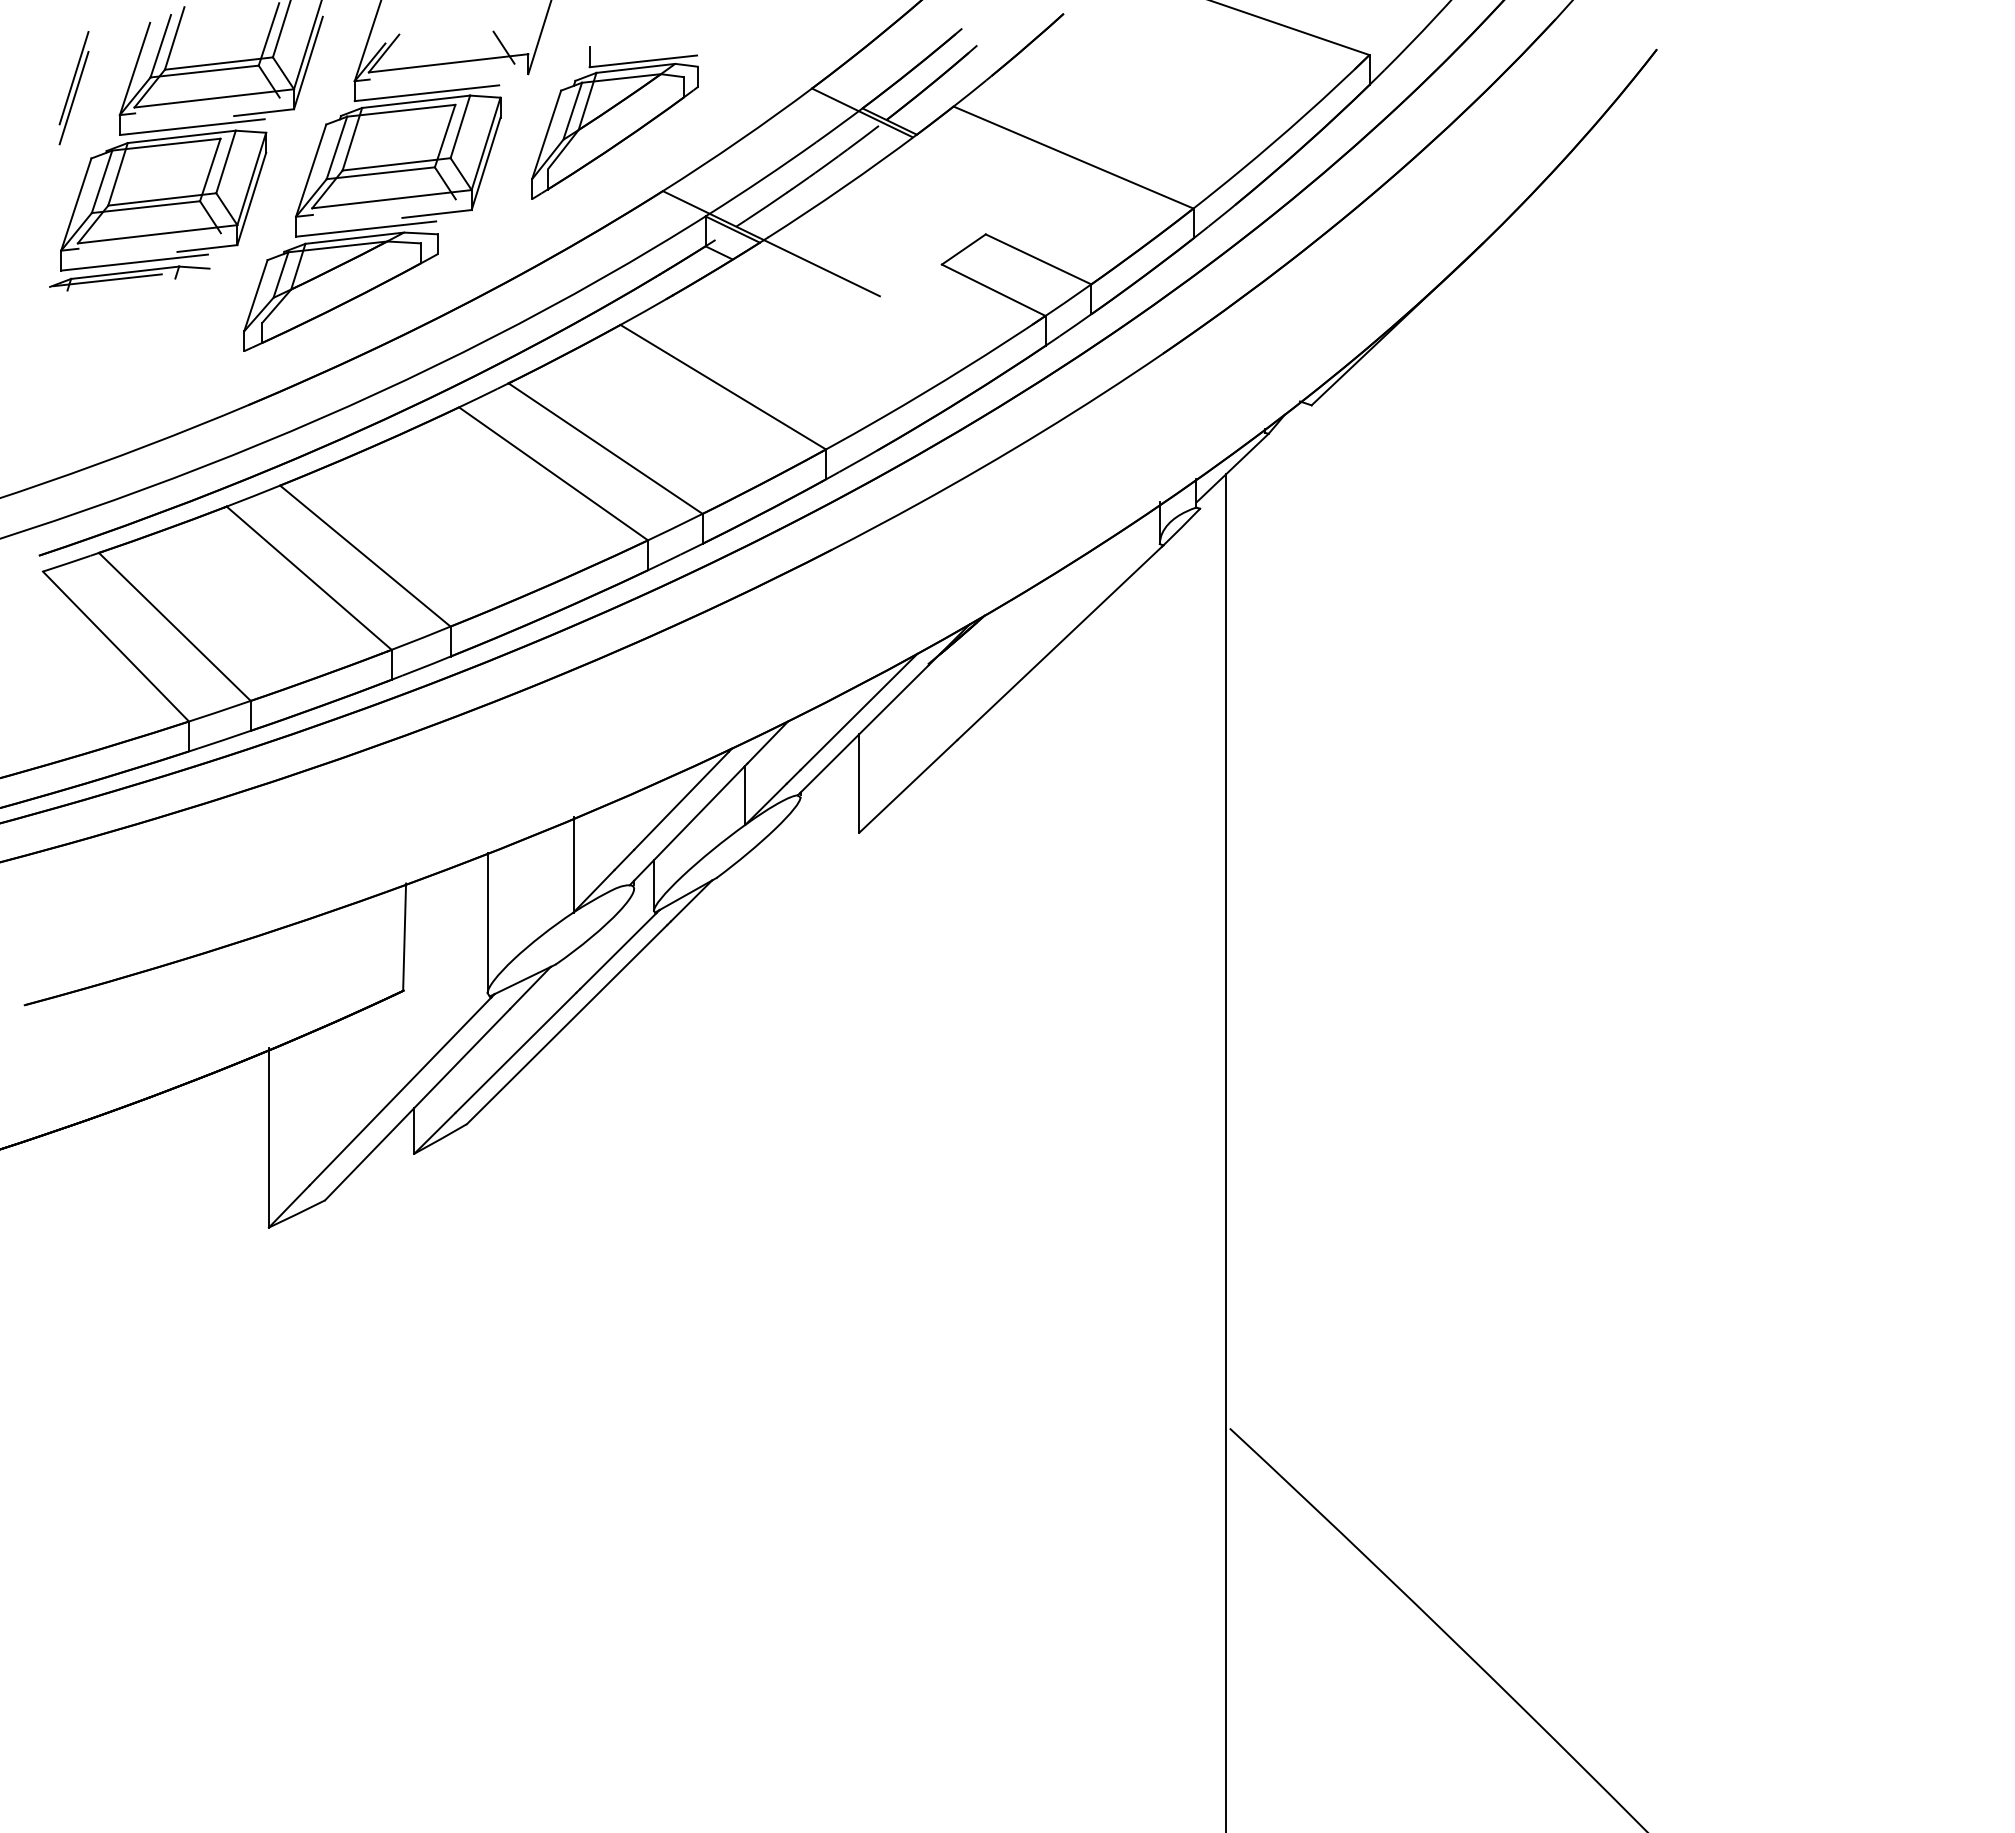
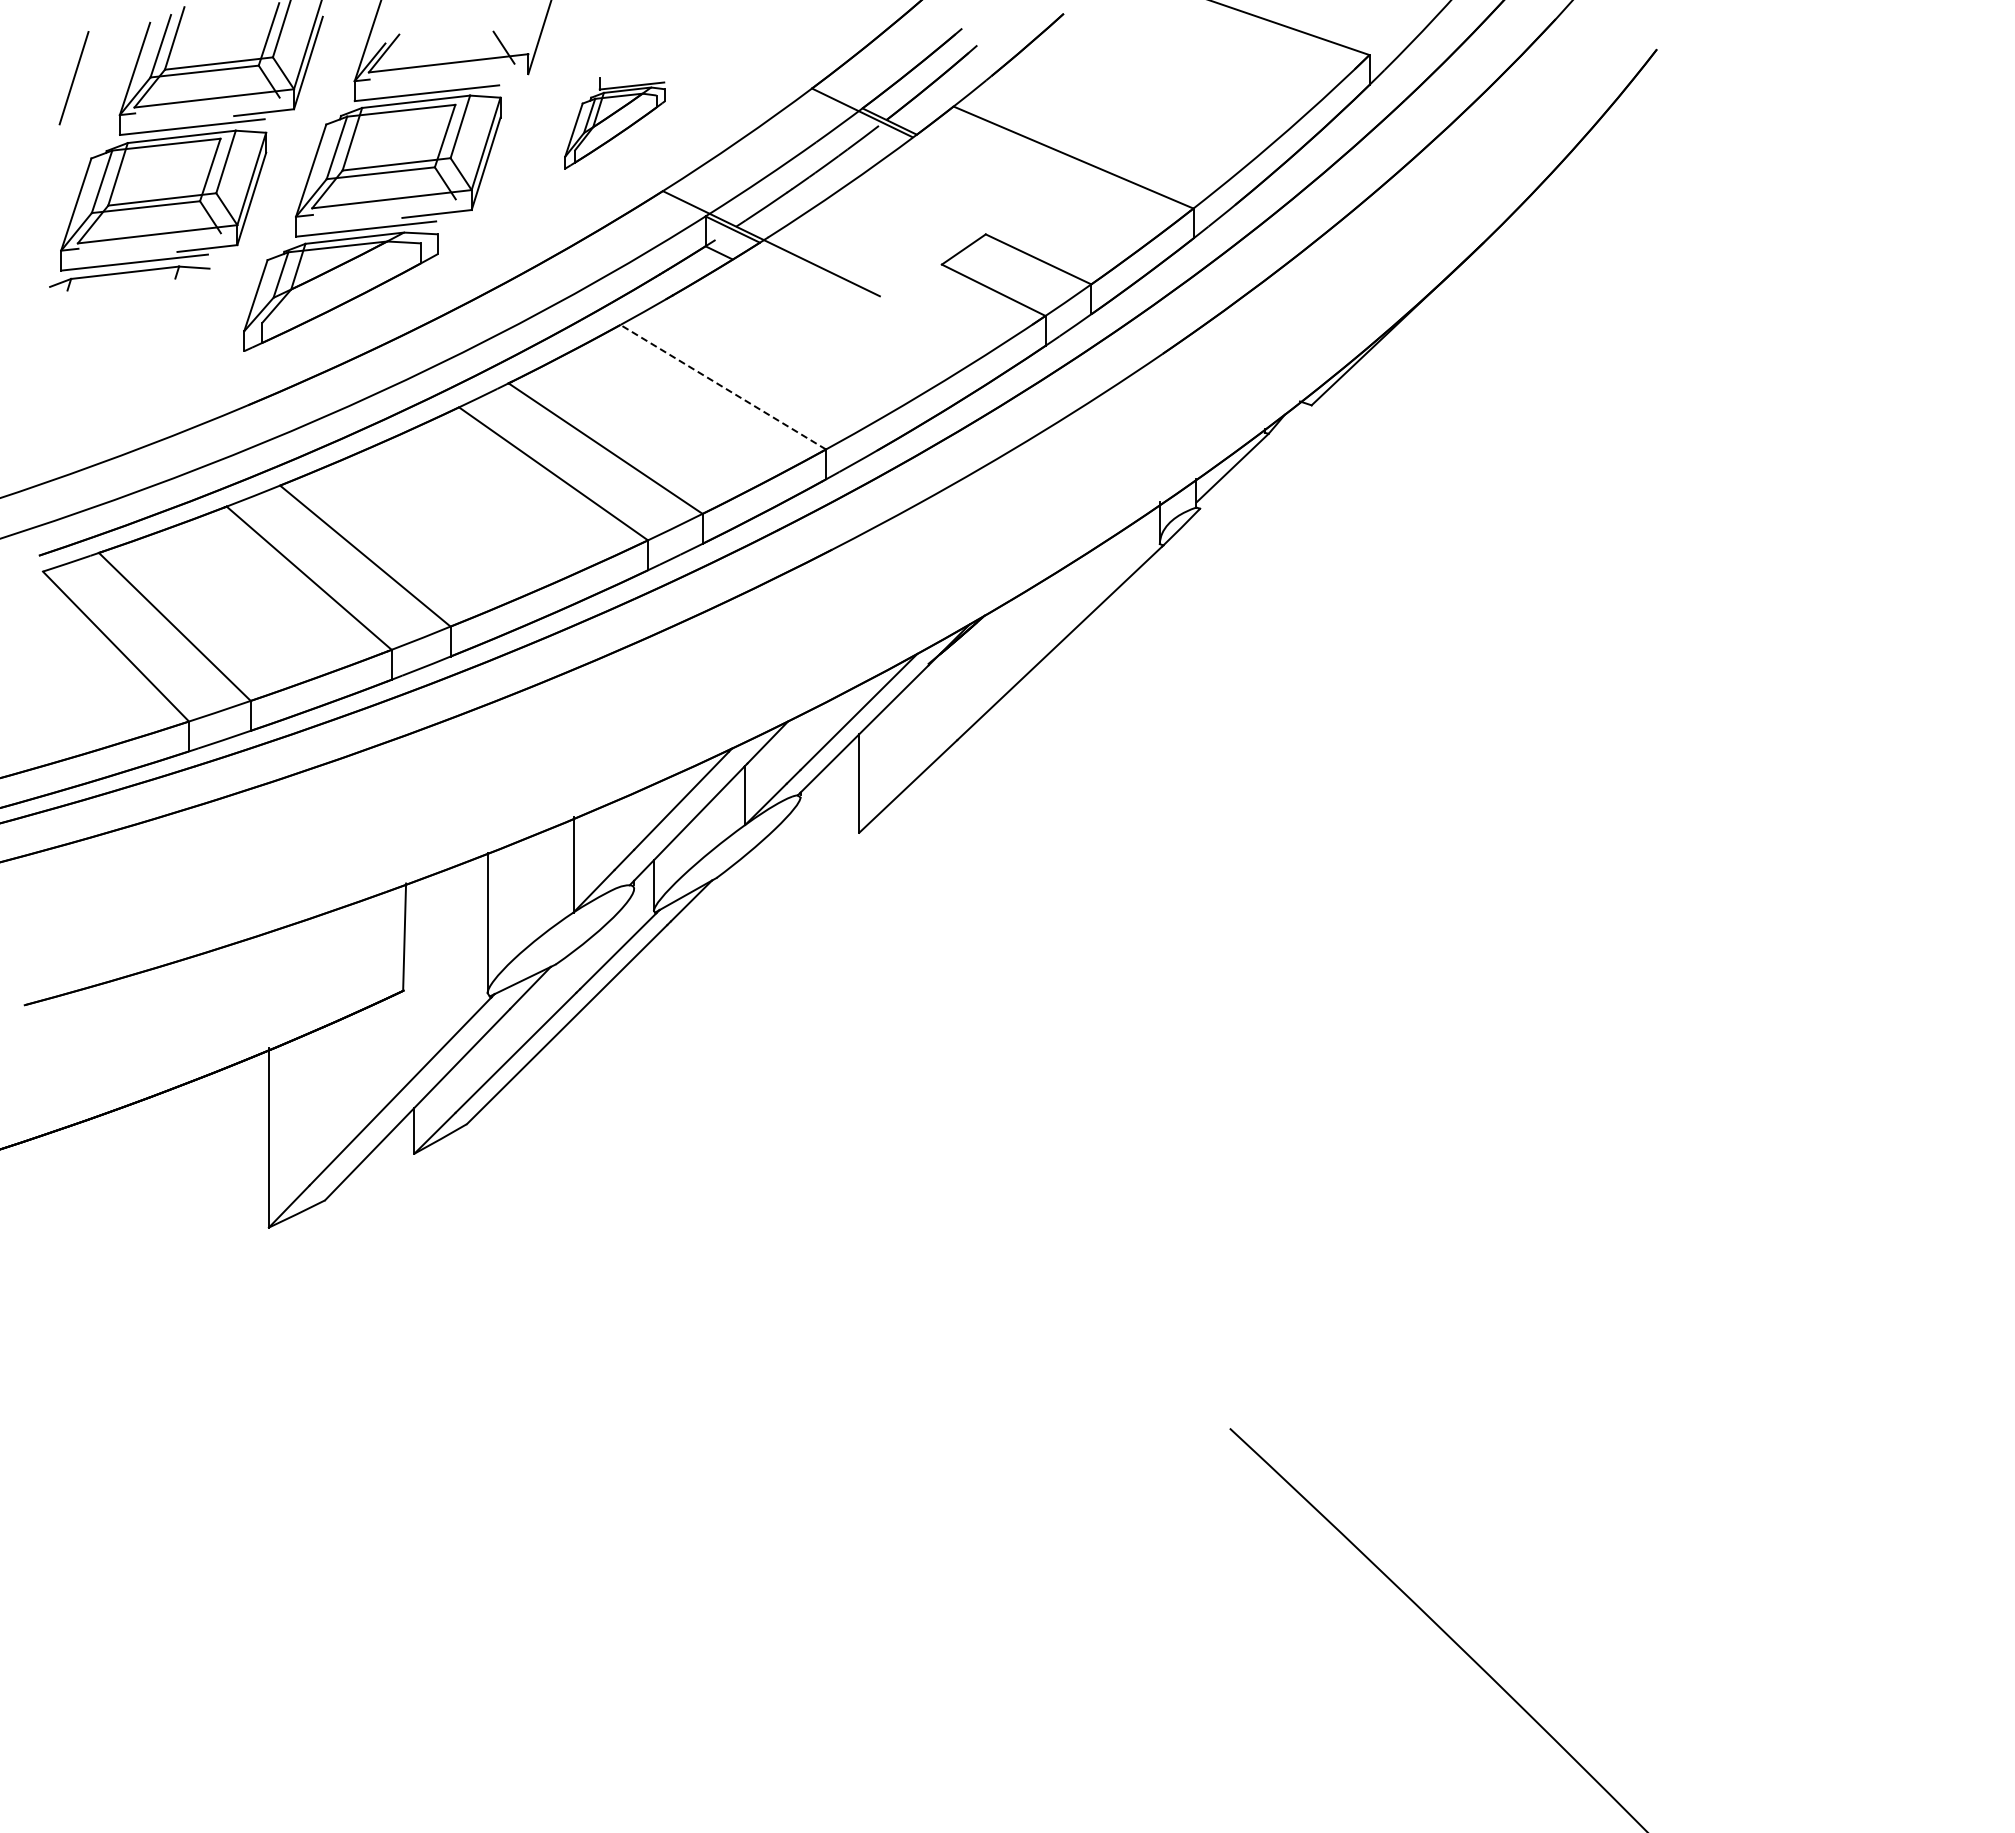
line at (73, 97): present -> none
part at (614, 122) size: 168x154 px -> 102x93 px
line at (107, 280): present -> none
line at (722, 386): solid -> dashed
line at (1226, 1151): present -> none
